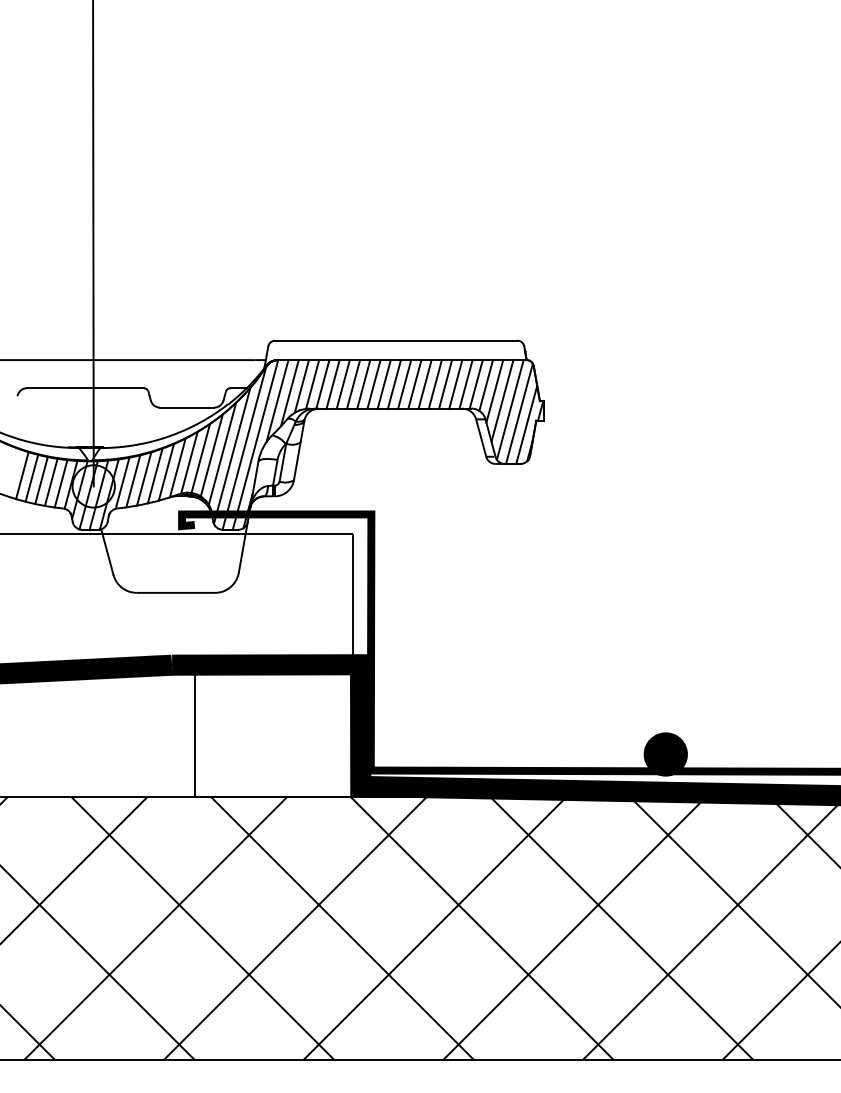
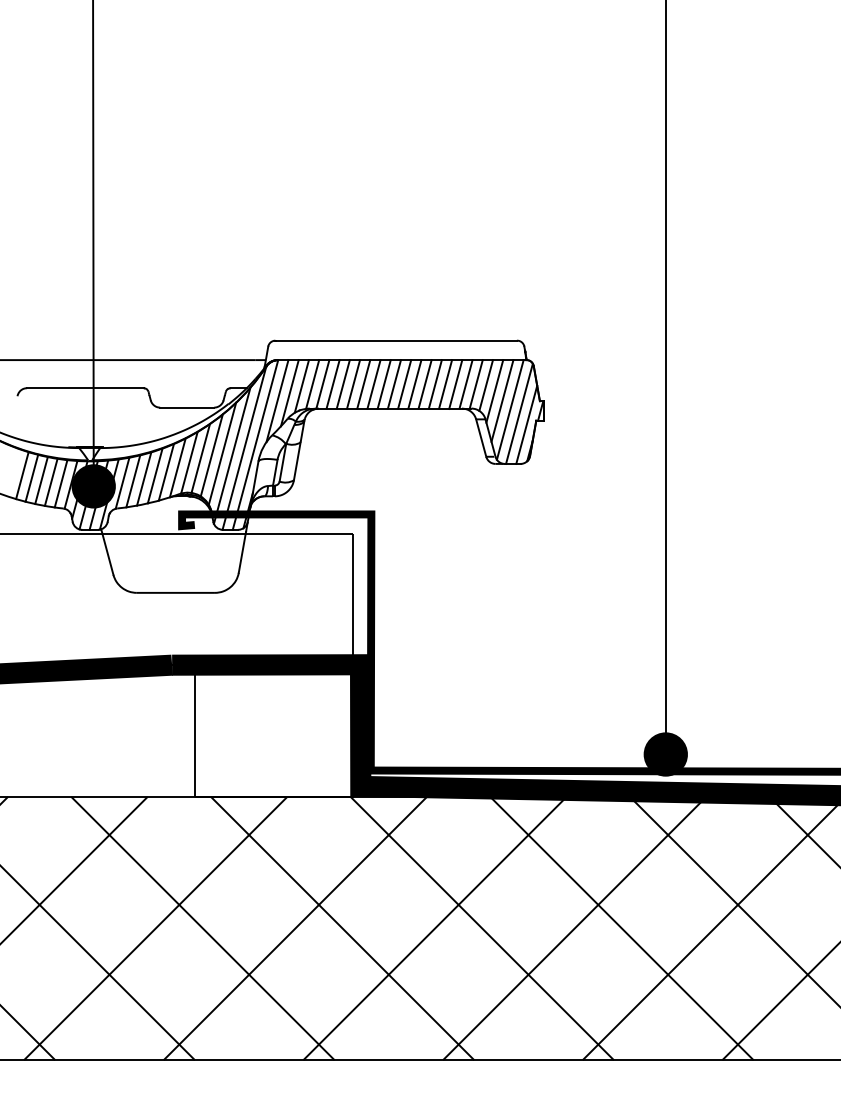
line at (665, 382): none -> present
fill at (93, 486): none -> present
